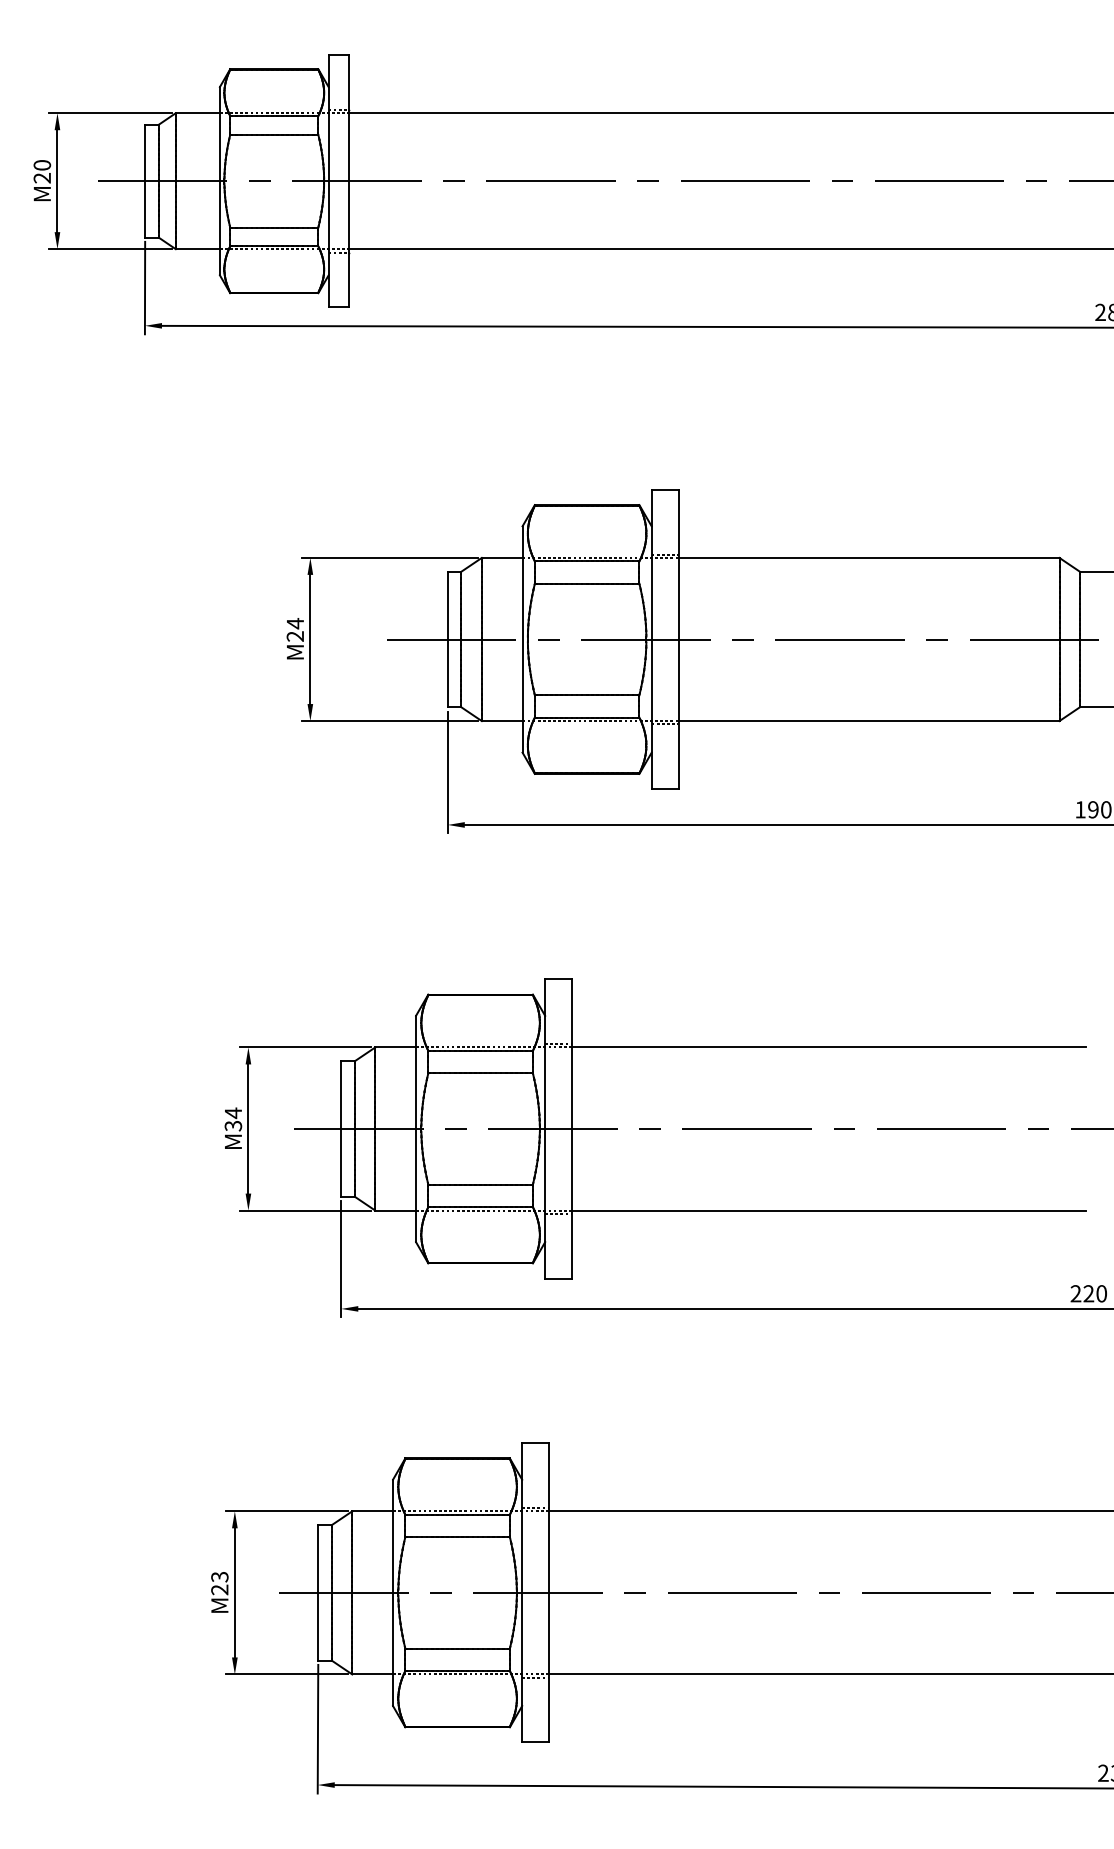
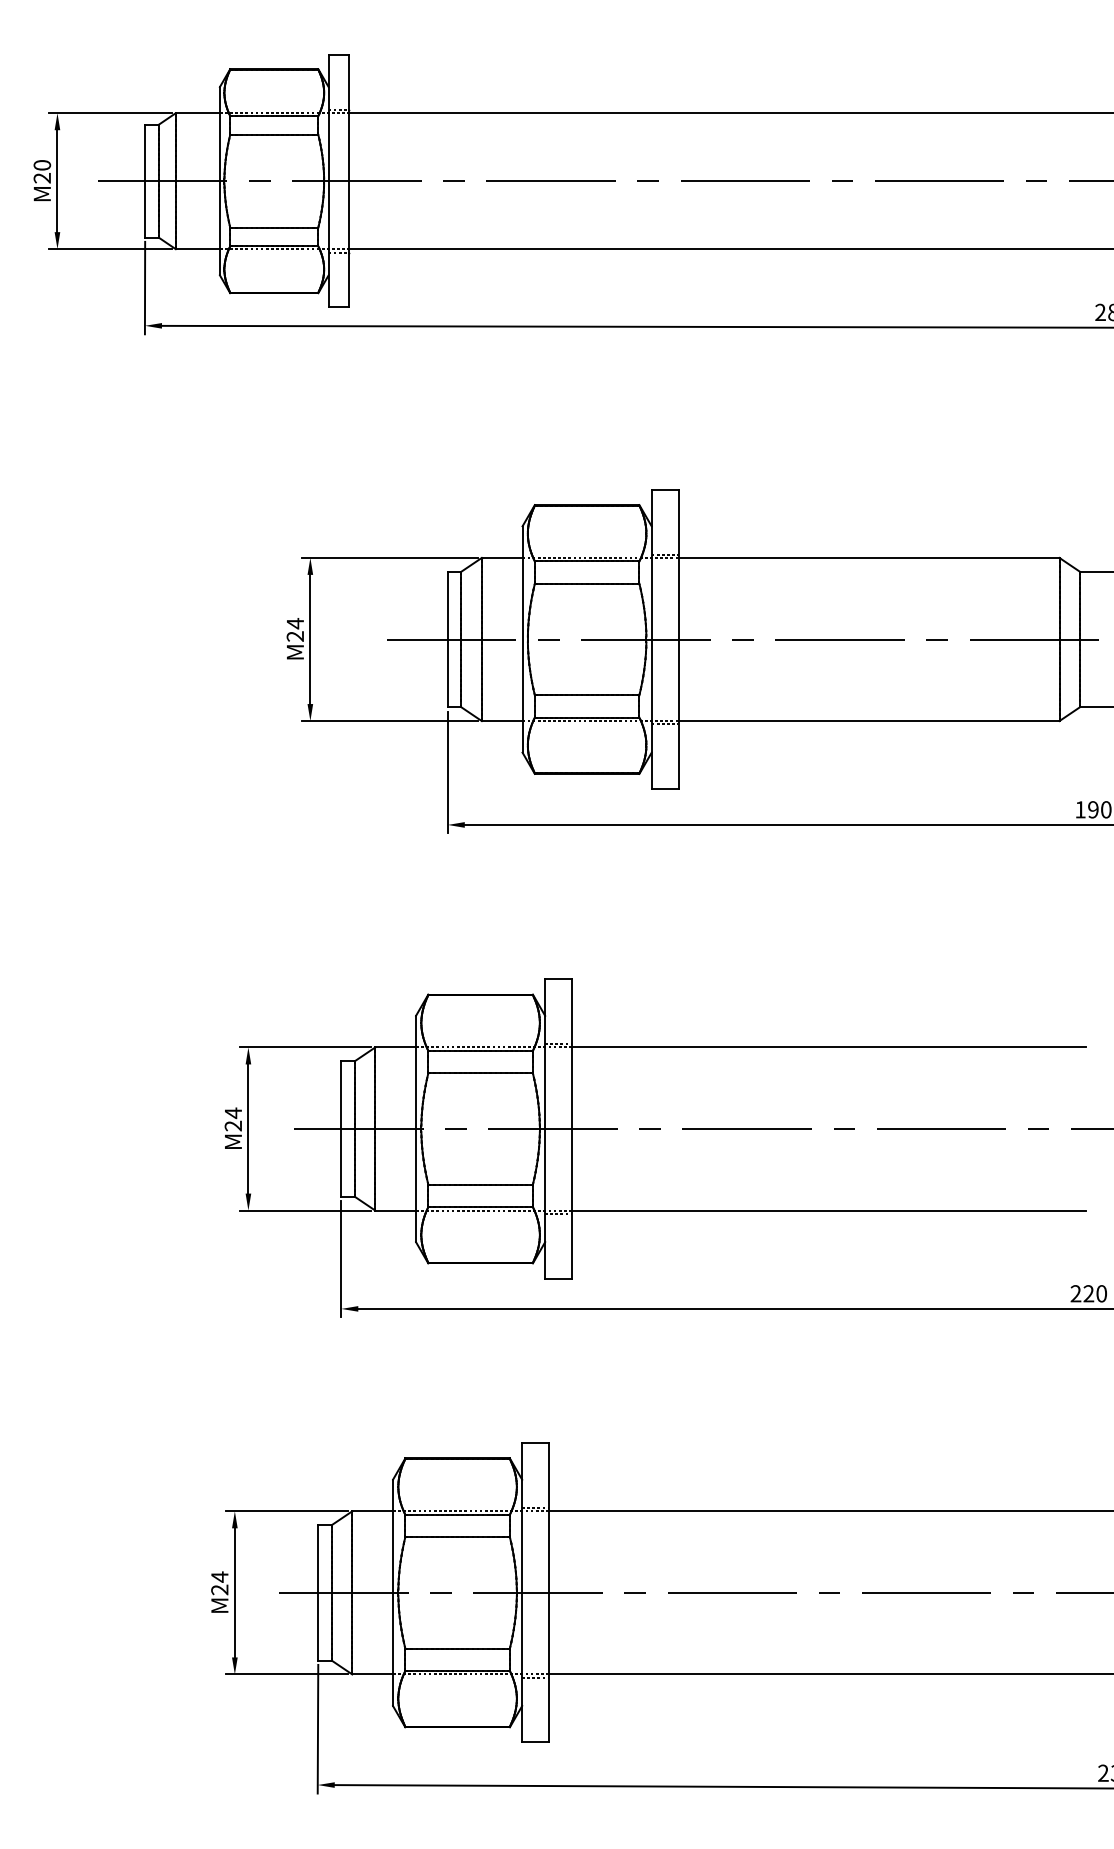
text at (233, 1125): 34 -> 24
text at (219, 1576): 23 -> 24
